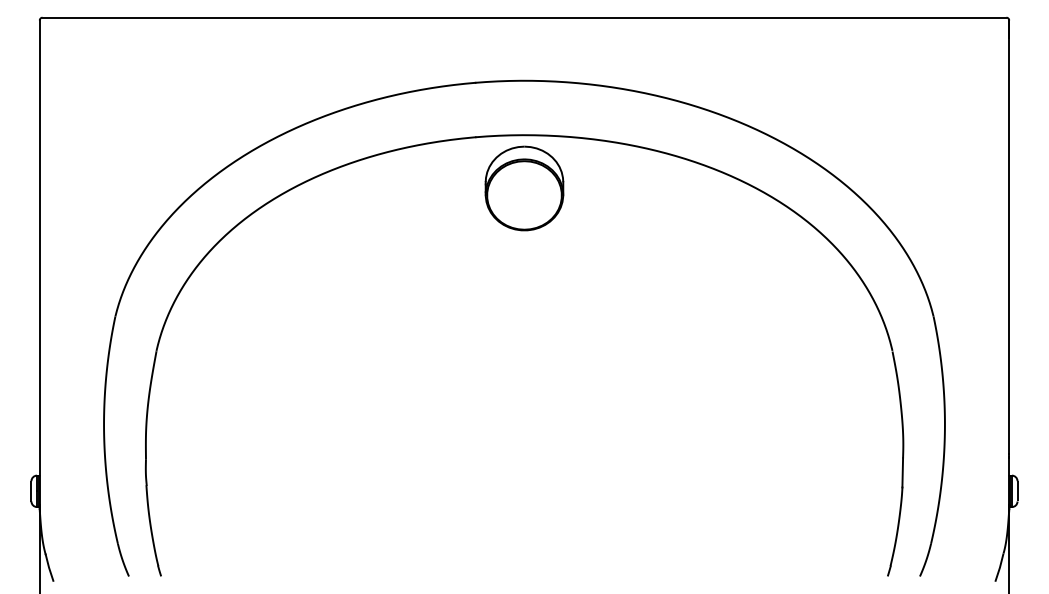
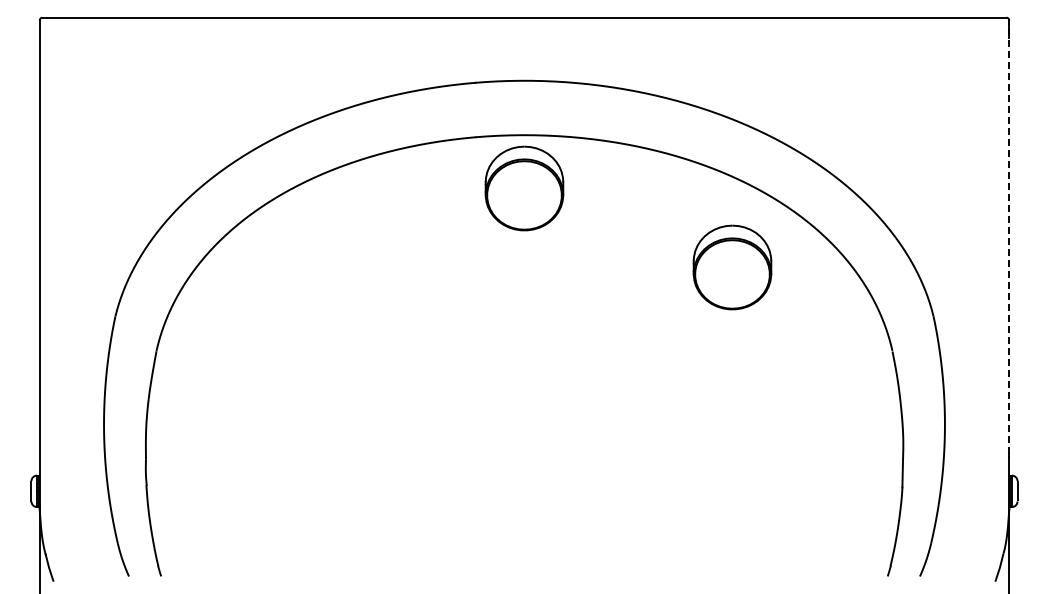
line at (1009, 237): solid -> dashed
part at (732, 267): none -> present
